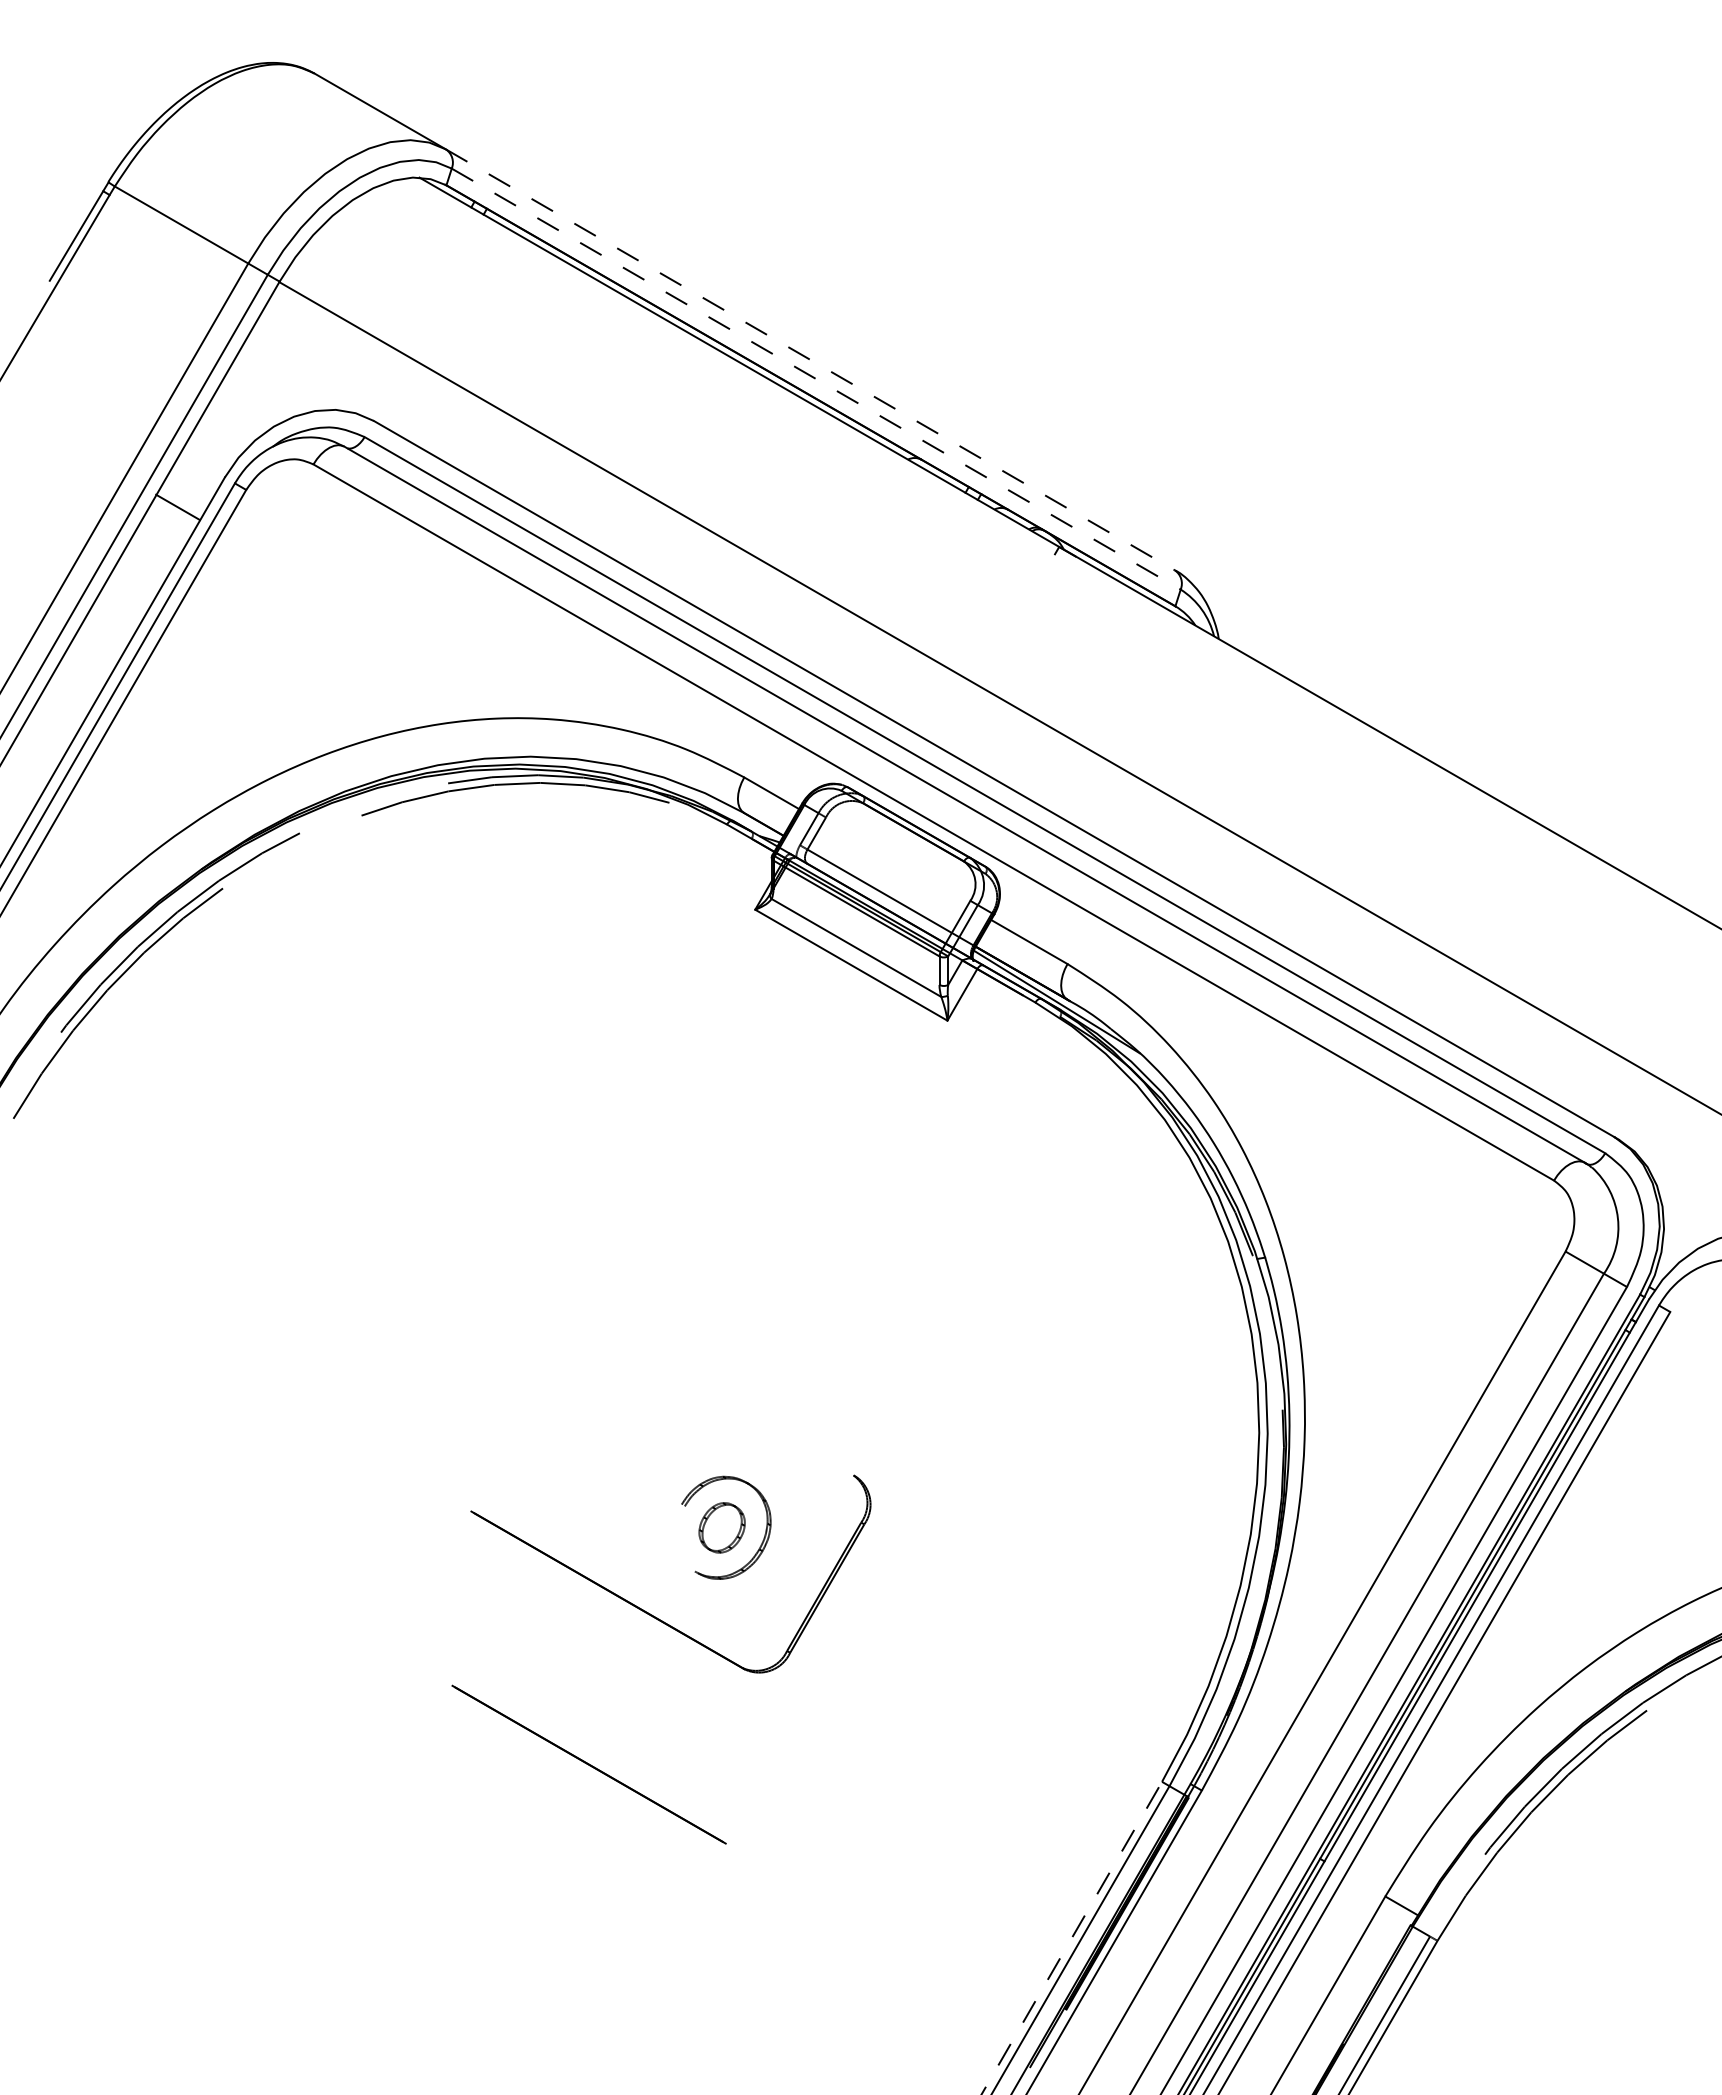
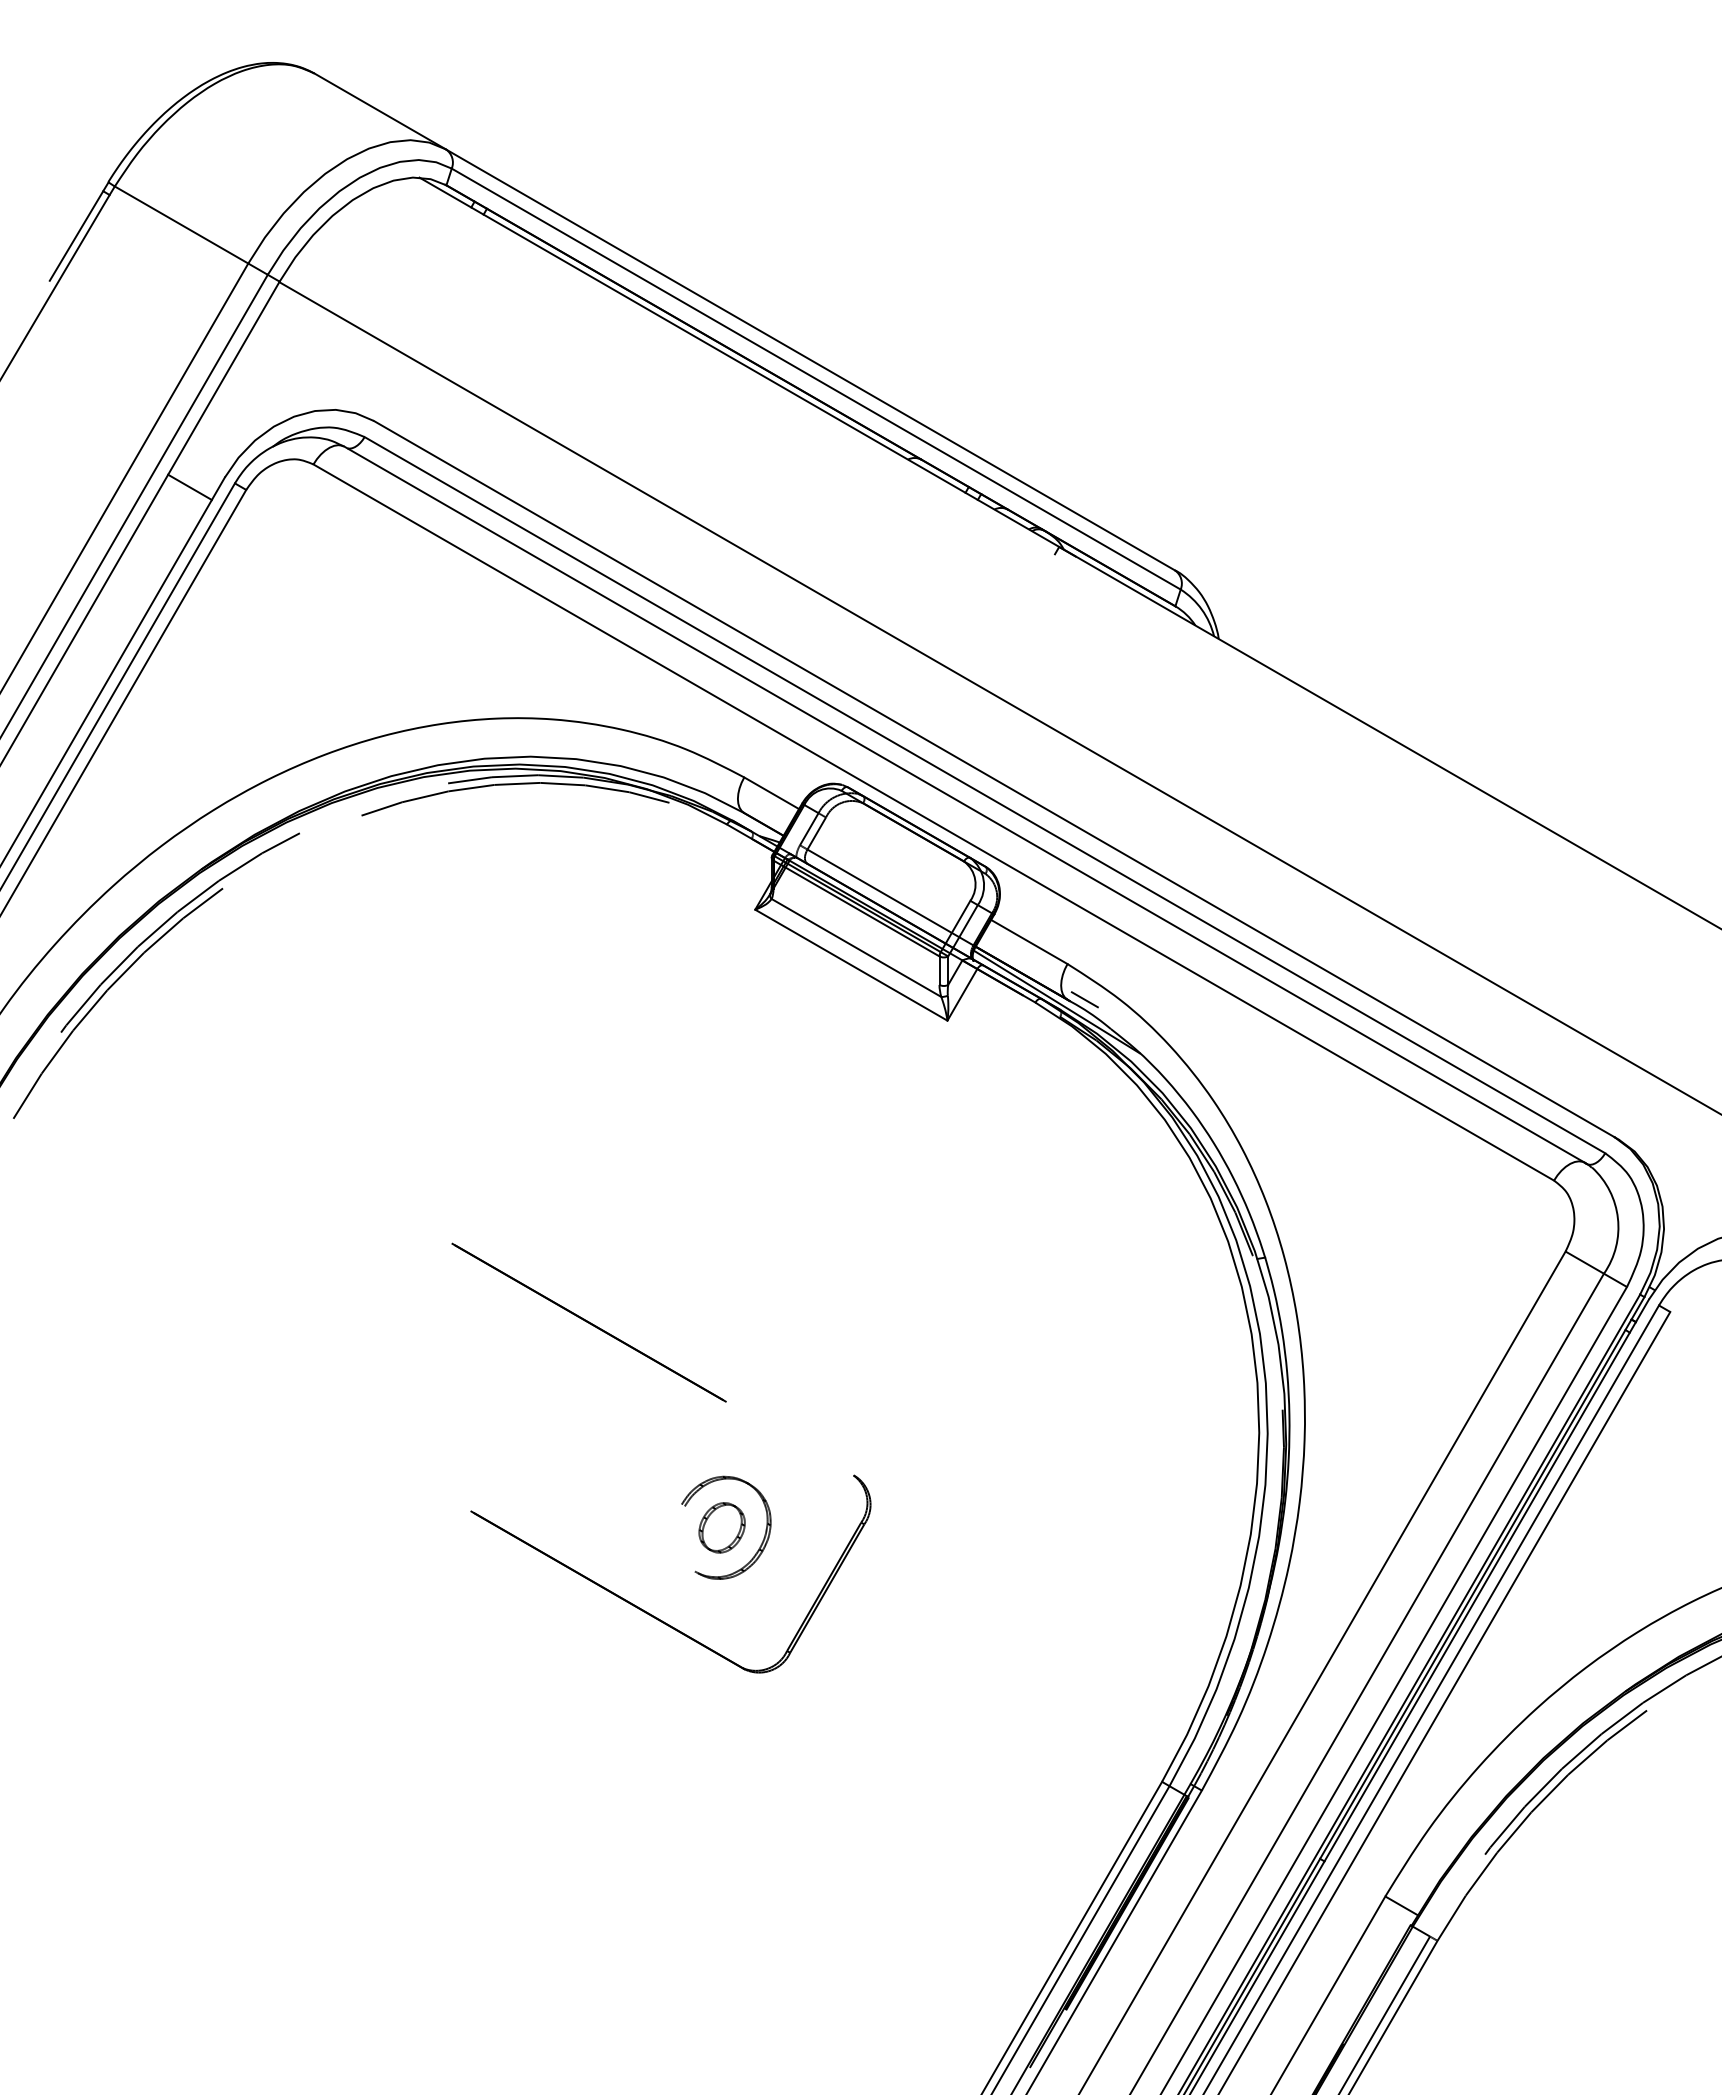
line at (810, 359): dashed -> solid
line at (816, 379): dashed -> solid
line at (177, 507) position: (177, 507) -> (189, 487)
line at (1084, 999): none -> present
line at (588, 1764) position: (588, 1764) -> (588, 1322)
line at (1072, 1937): dashed -> solid
